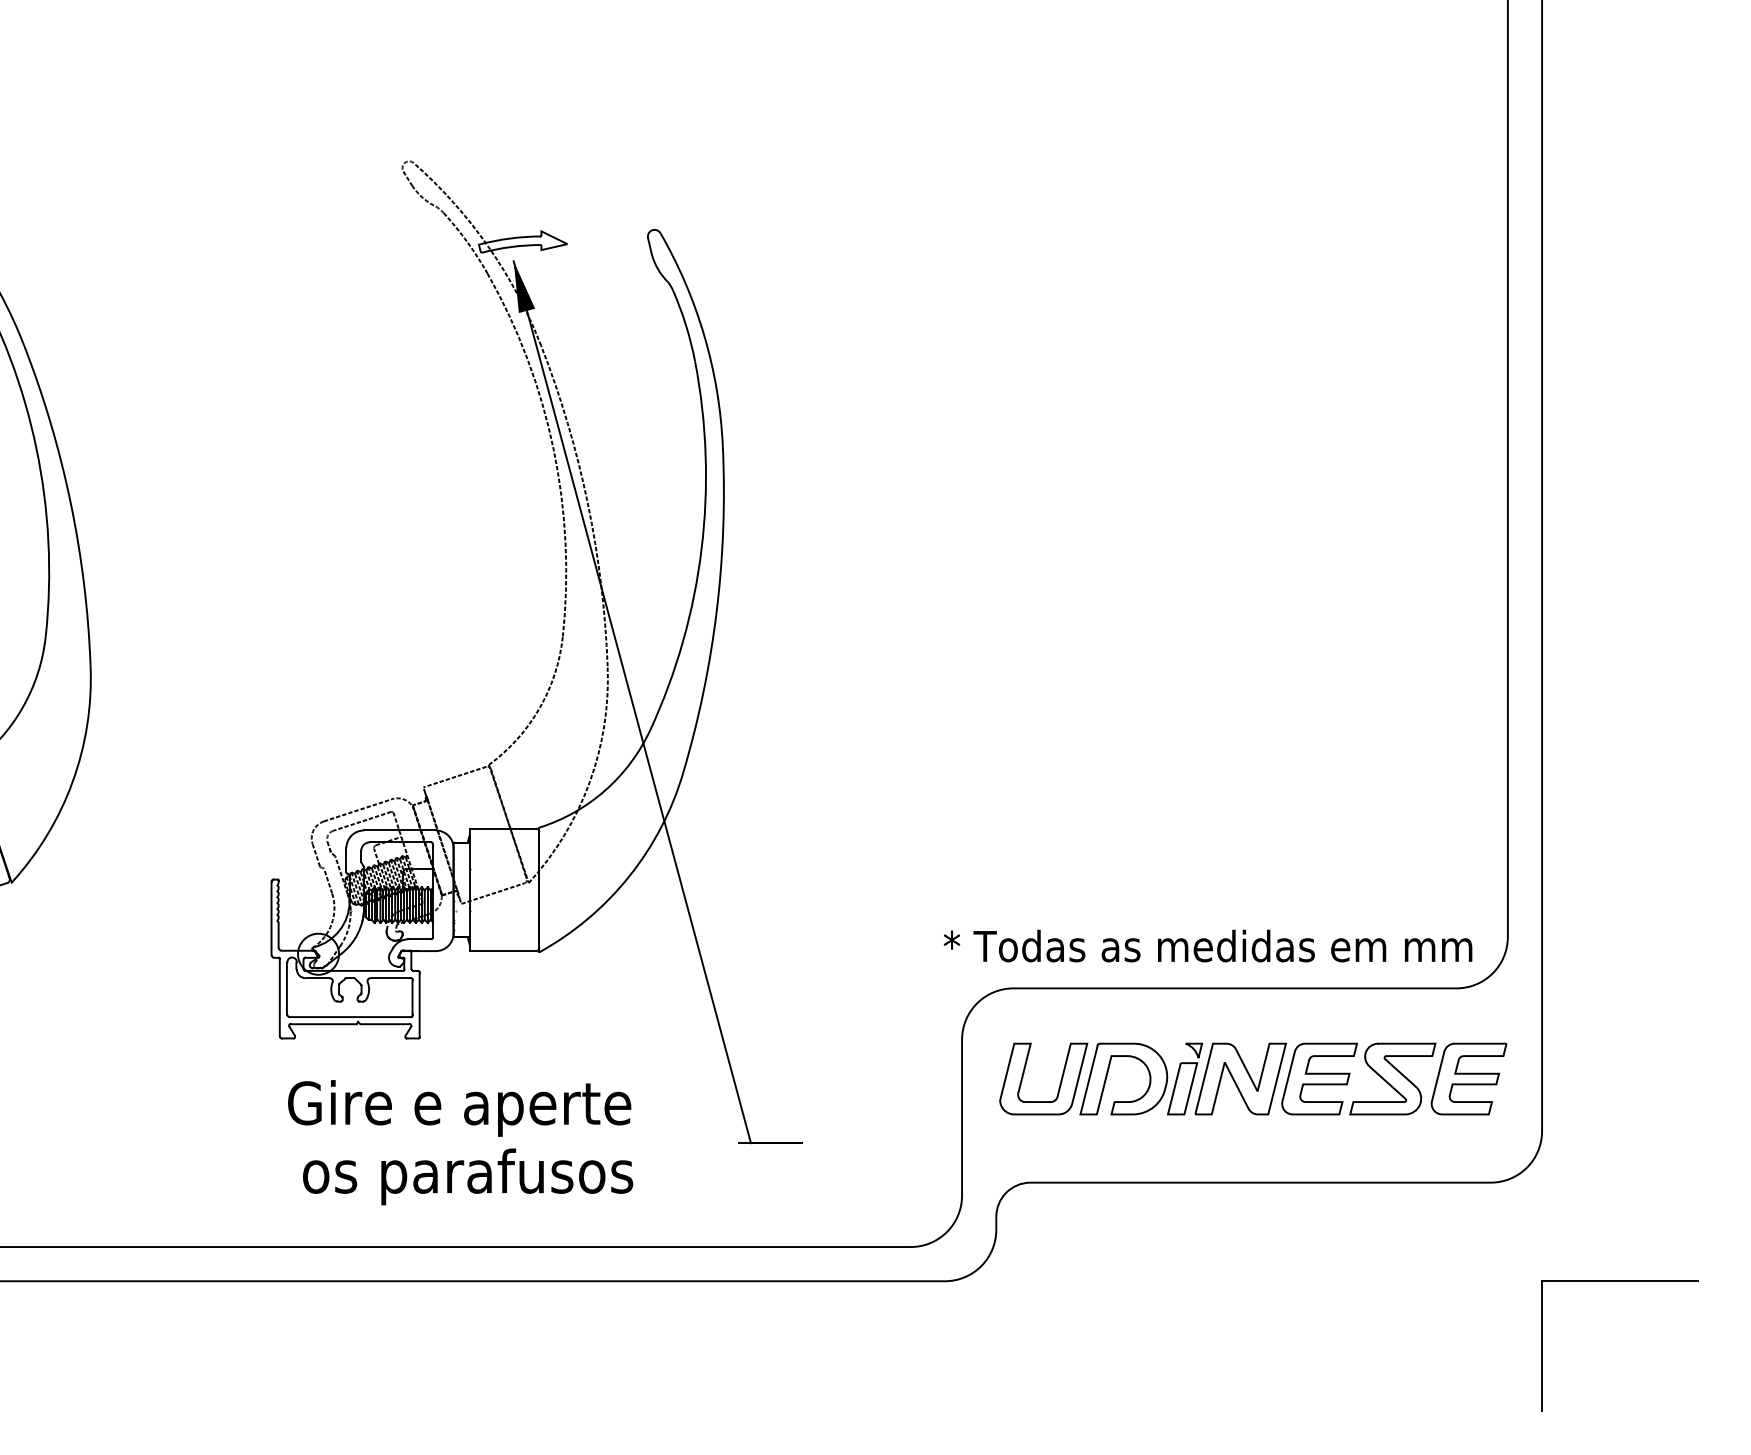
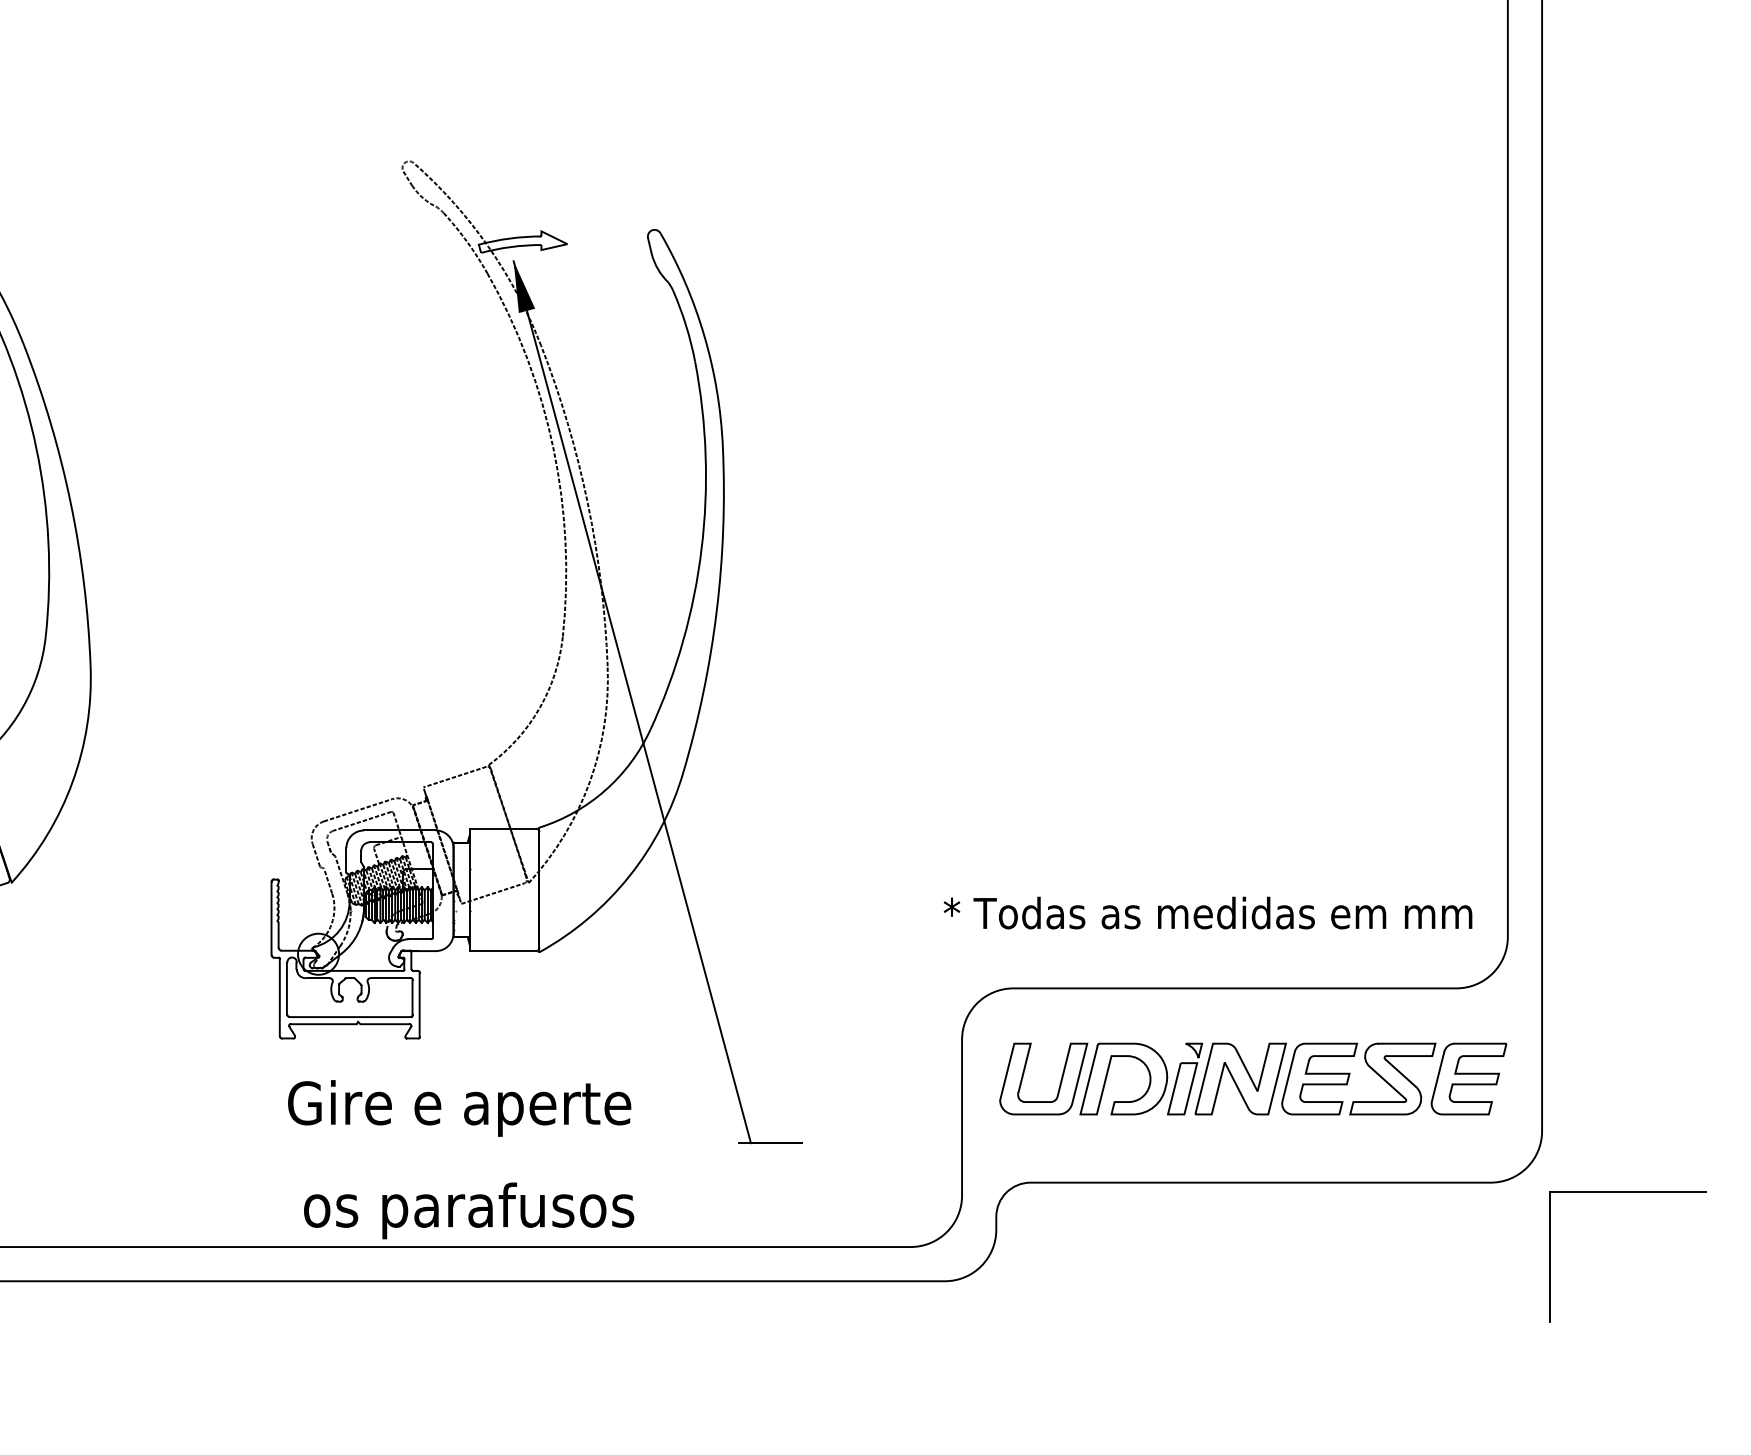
text at (1207, 945) position: (1207, 945) -> (1207, 912)
text at (468, 1176) position: (468, 1176) -> (469, 1210)
part at (1619, 1281) position: (1619, 1281) -> (1627, 1192)
